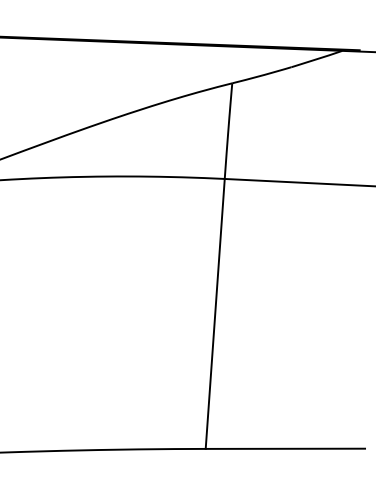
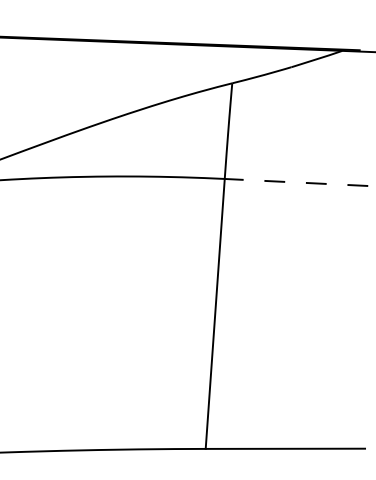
line at (299, 182): solid -> dashed
